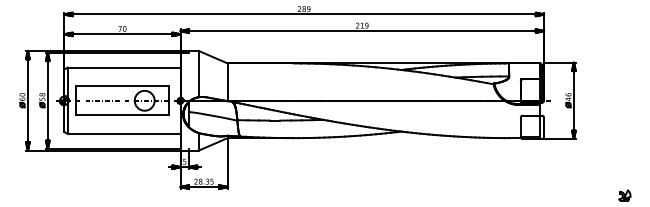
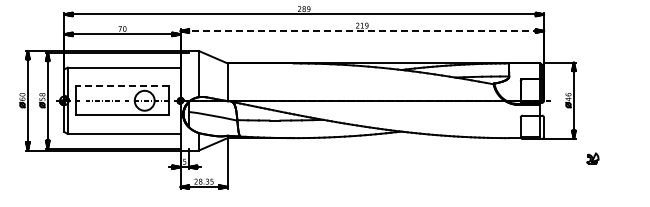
line at (362, 31): solid -> dashed
line at (121, 86): solid -> dashed
part at (624, 195) position: (624, 195) -> (592, 158)
